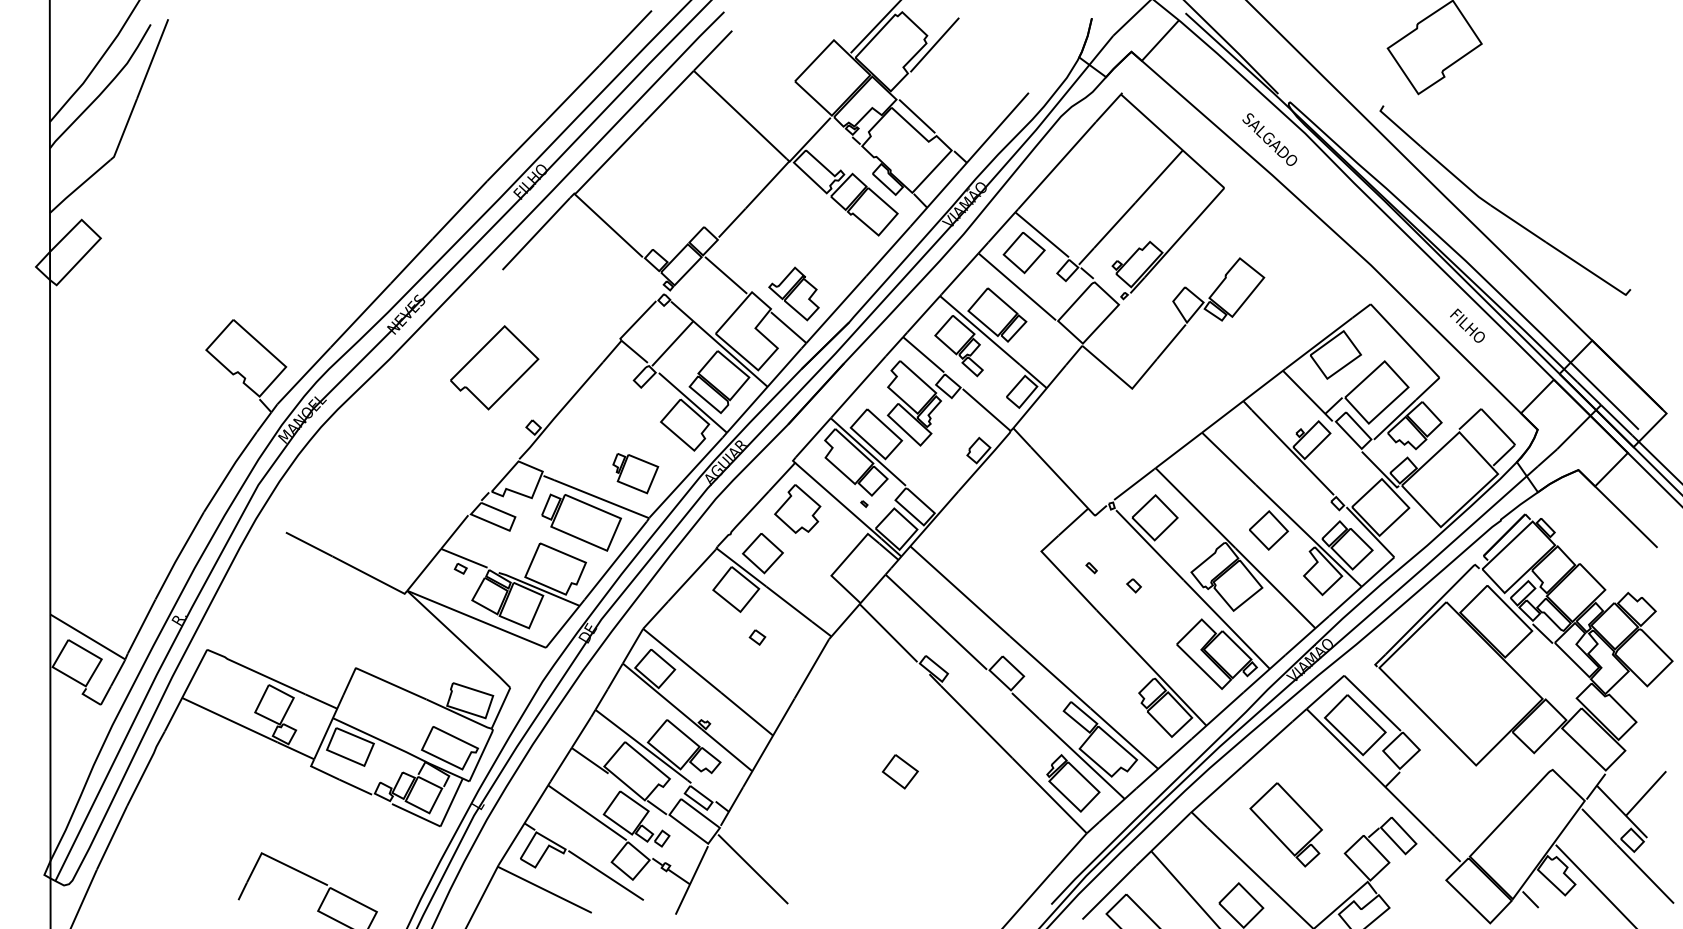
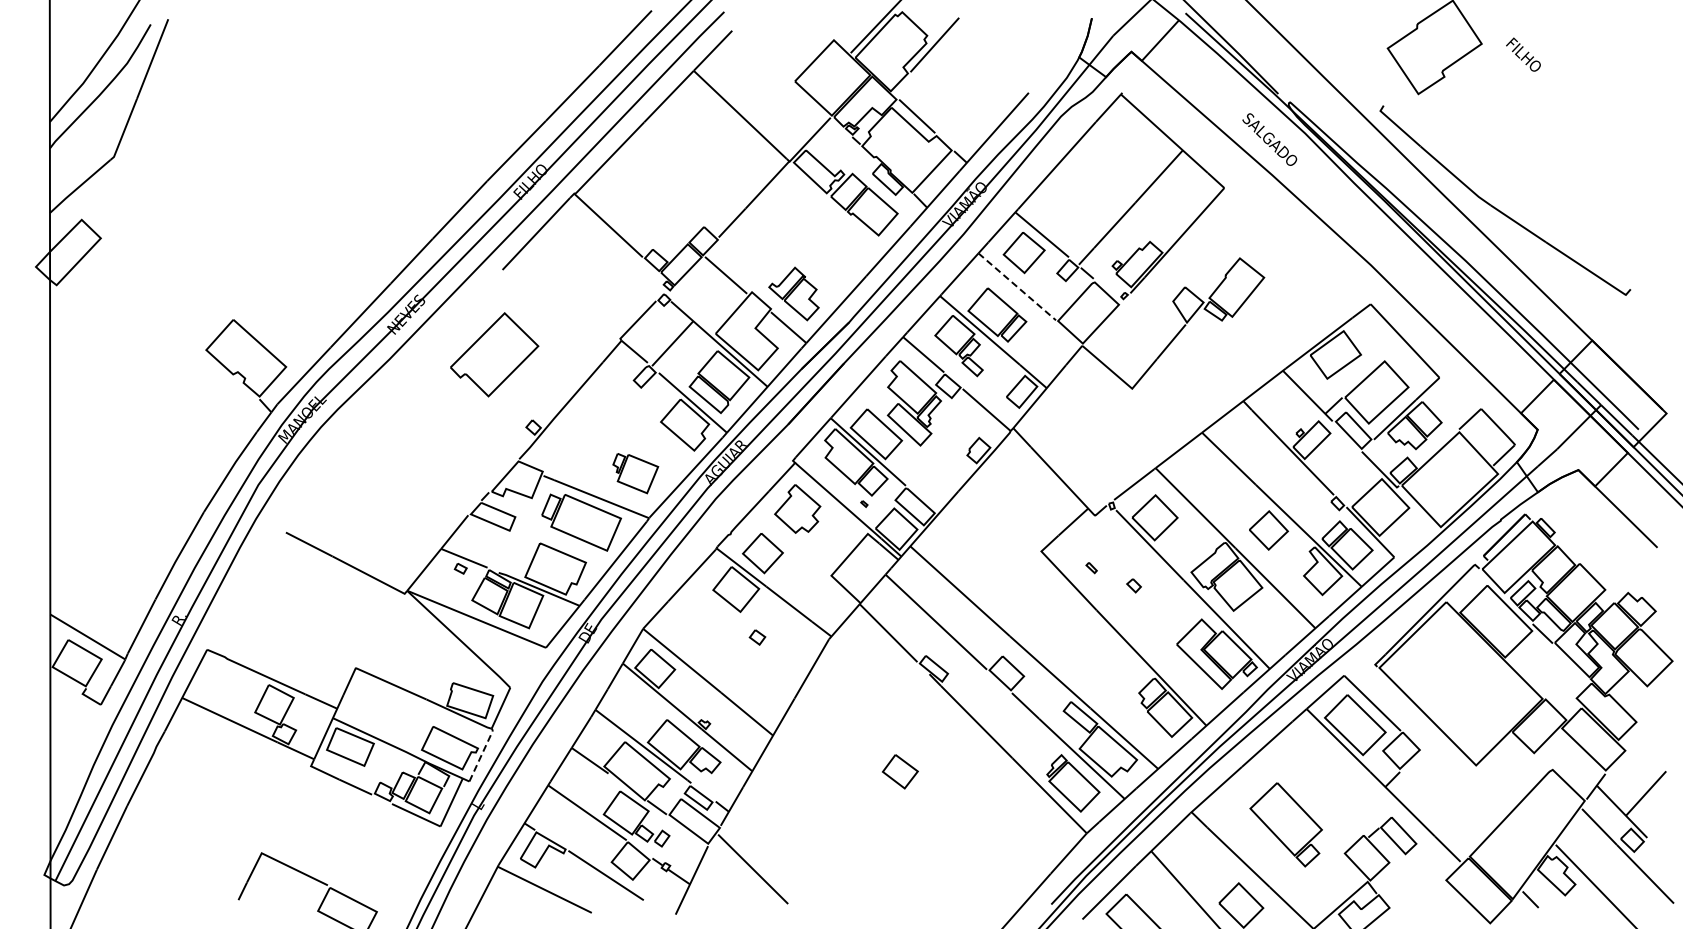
line at (1017, 287): solid -> dashed
text at (1467, 325) position: (1467, 325) -> (1523, 54)
part at (494, 367) position: (494, 367) -> (494, 354)
line at (482, 753): solid -> dashed
